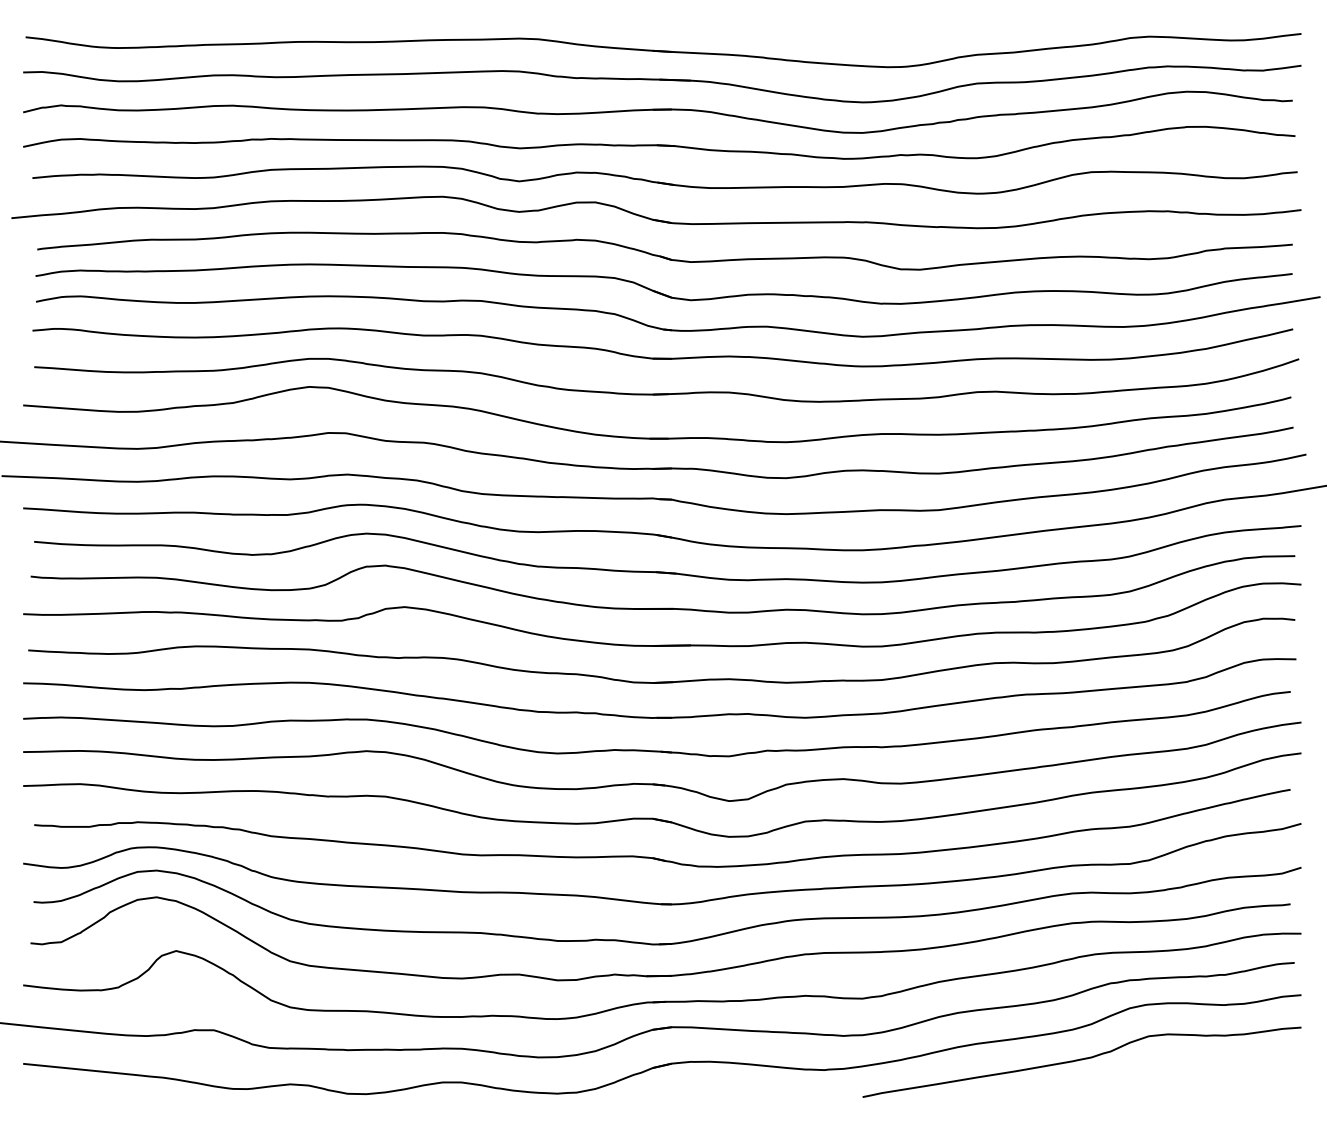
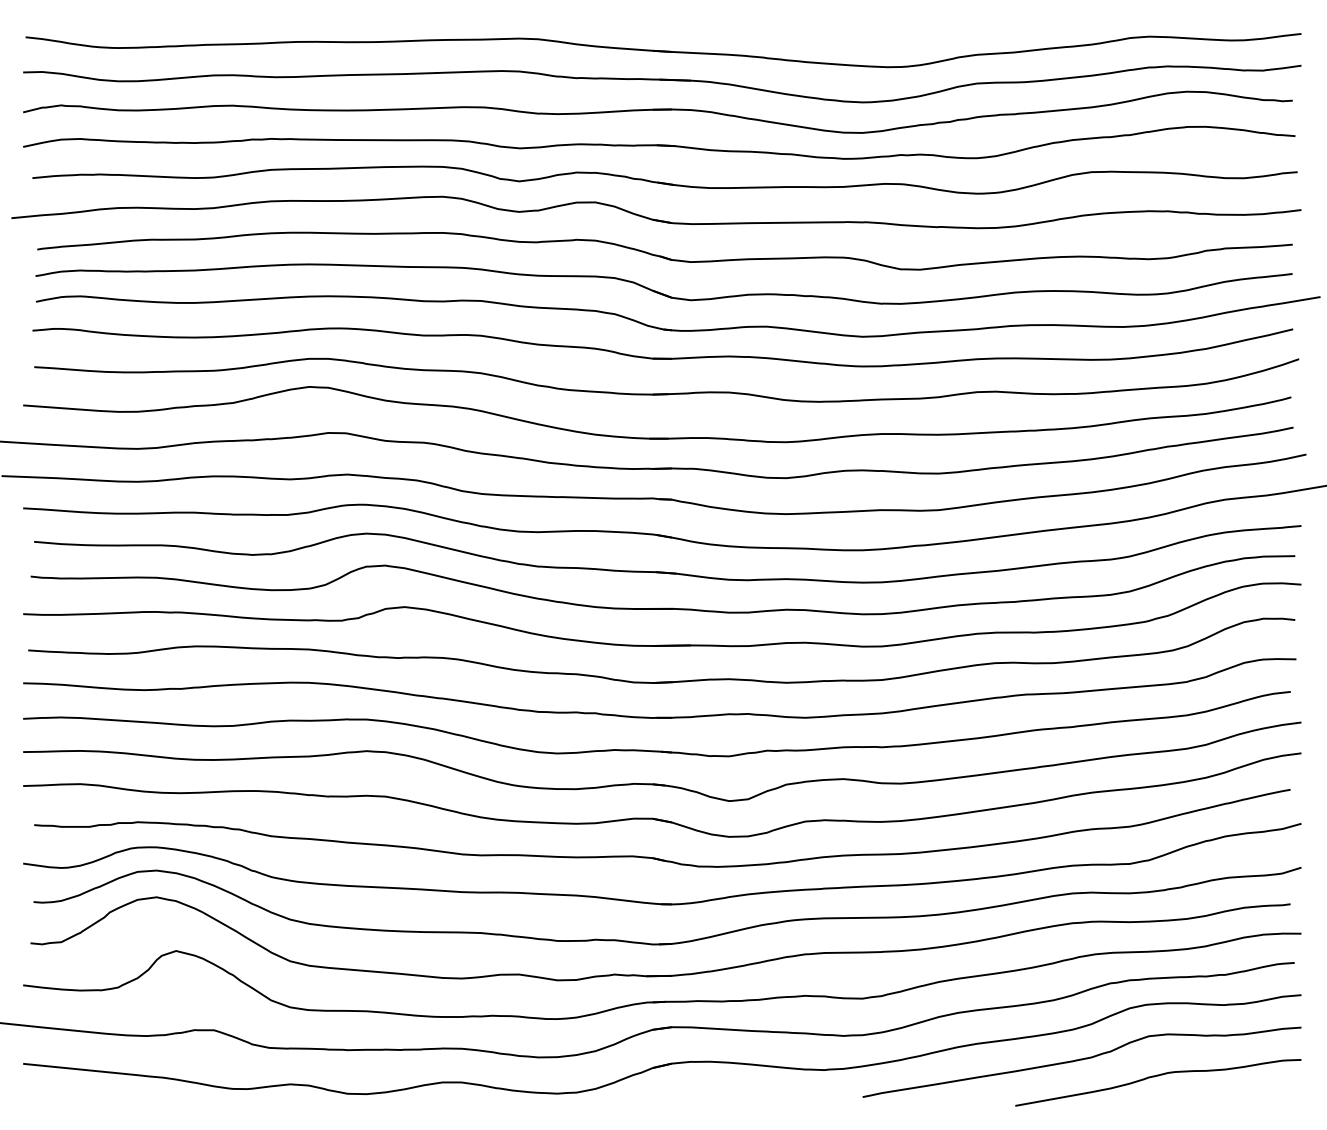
curve at (1158, 1076): none -> present
